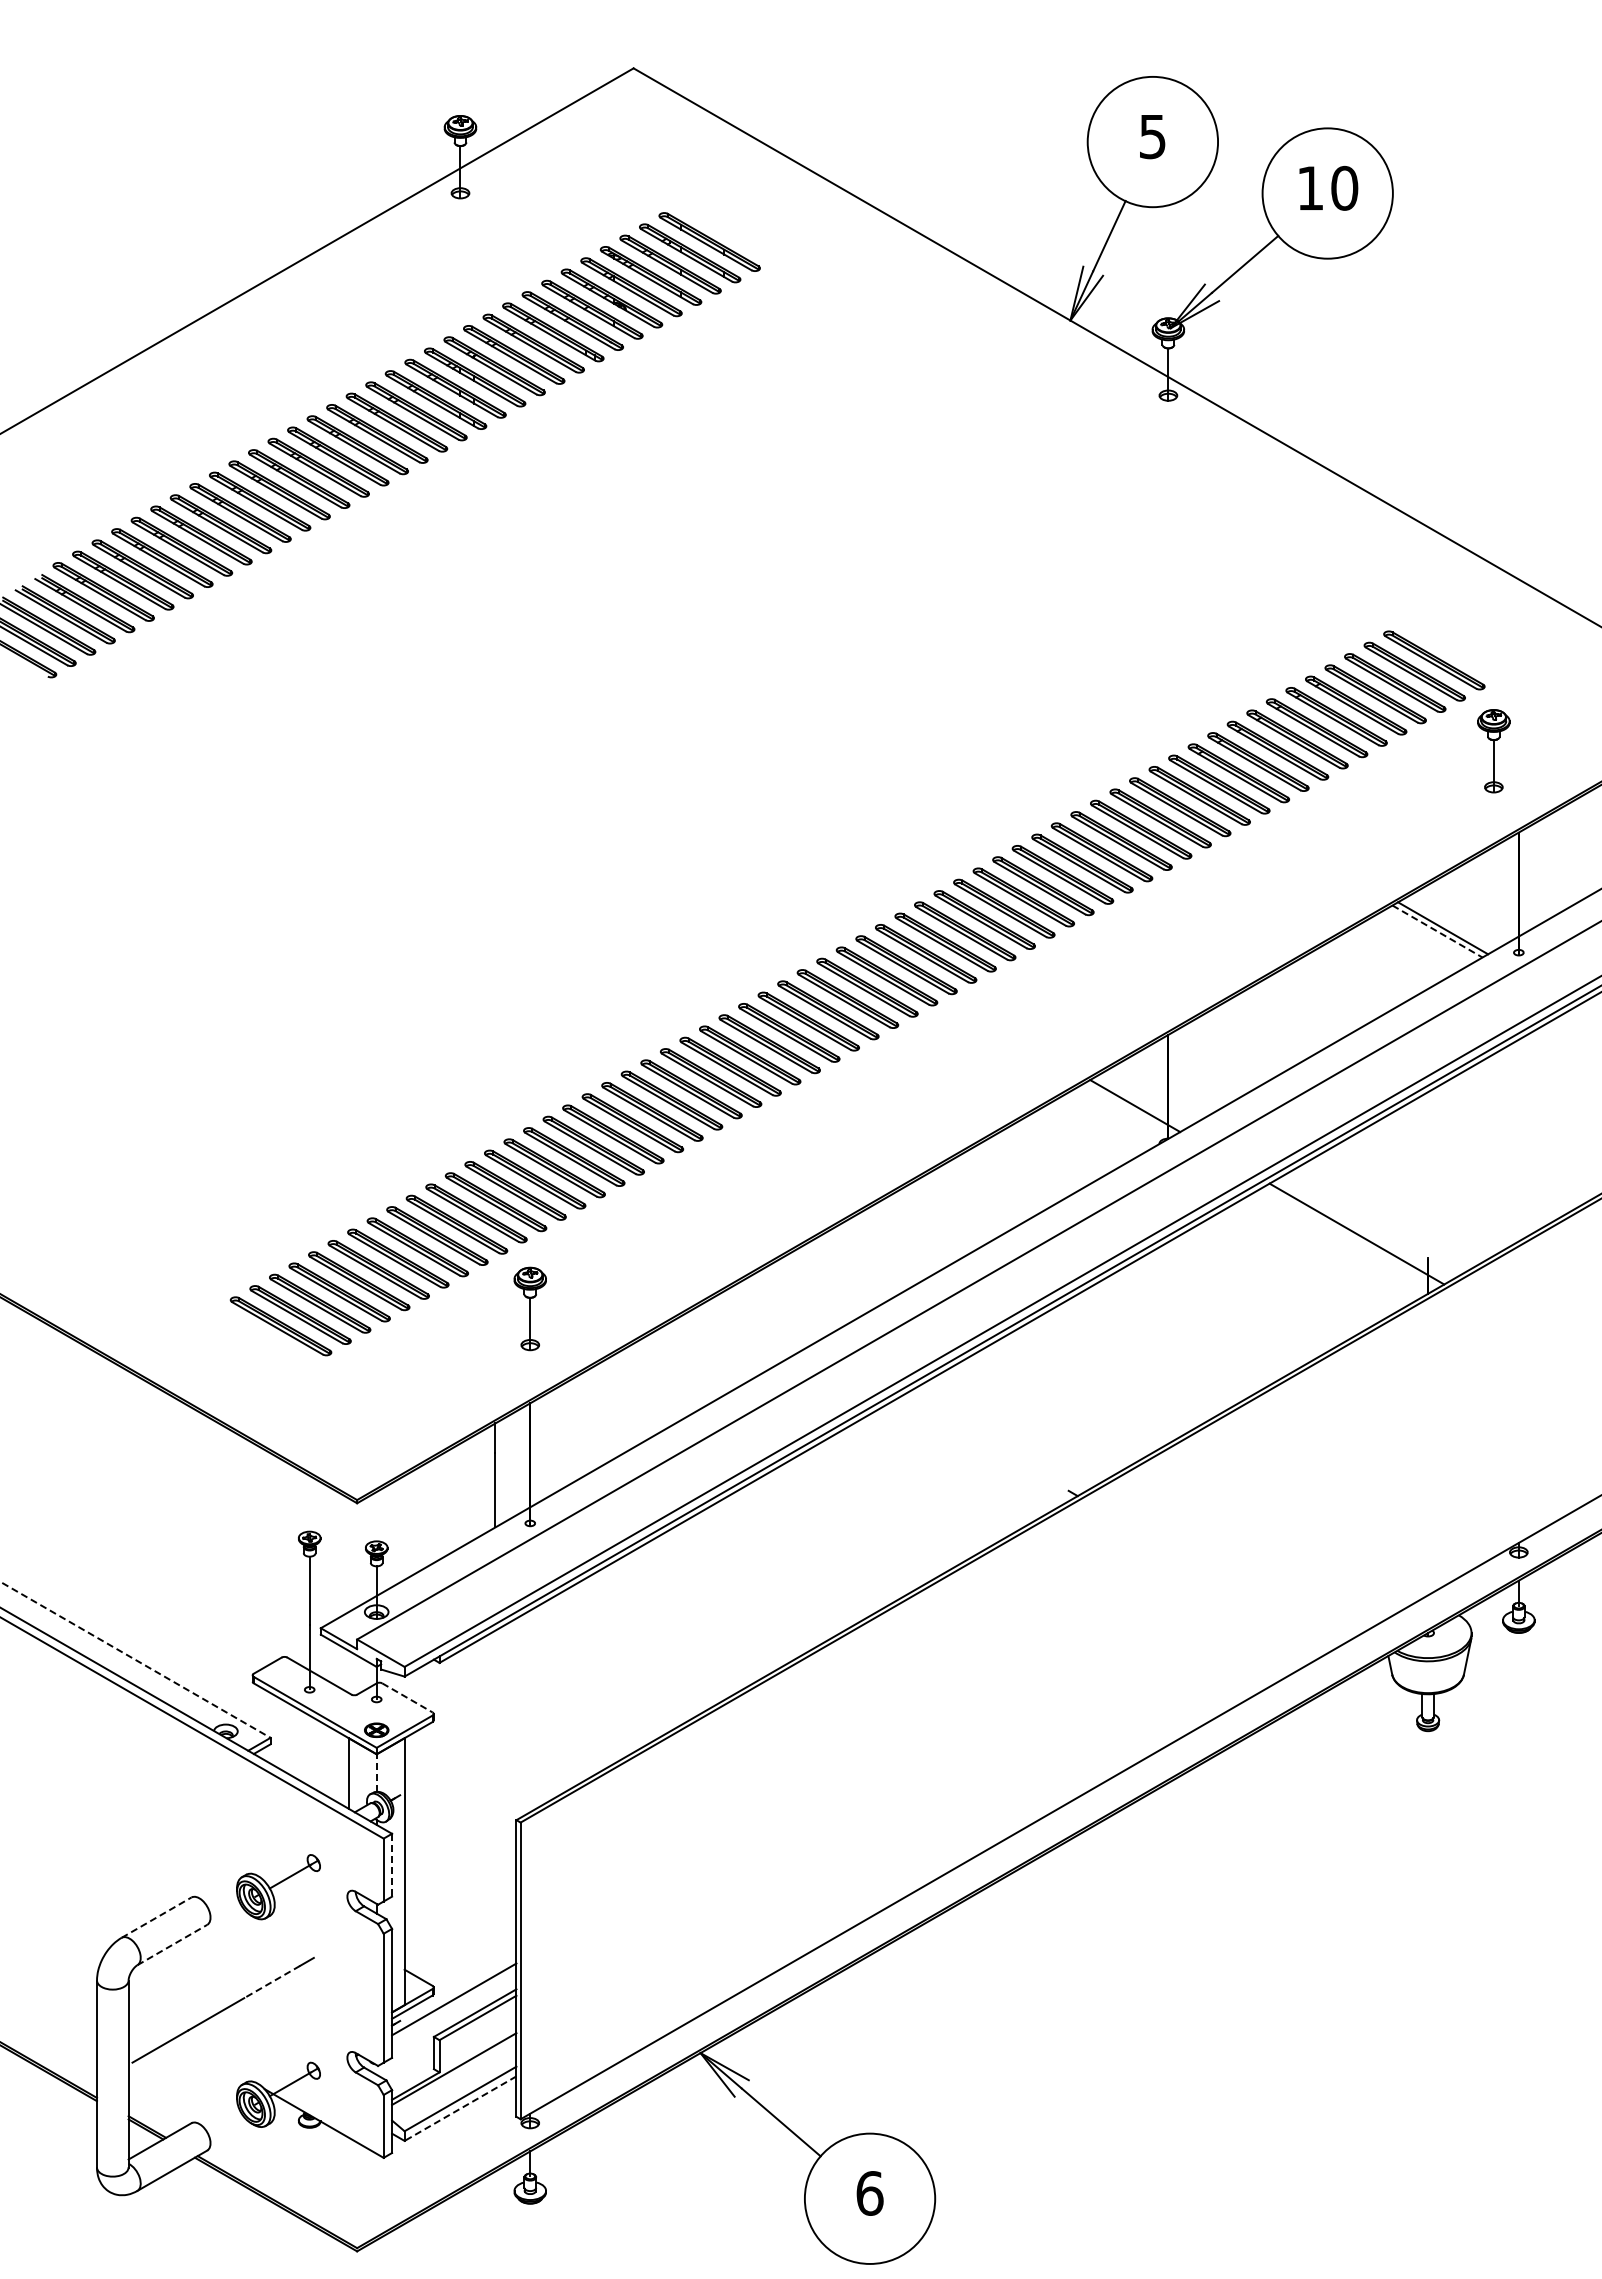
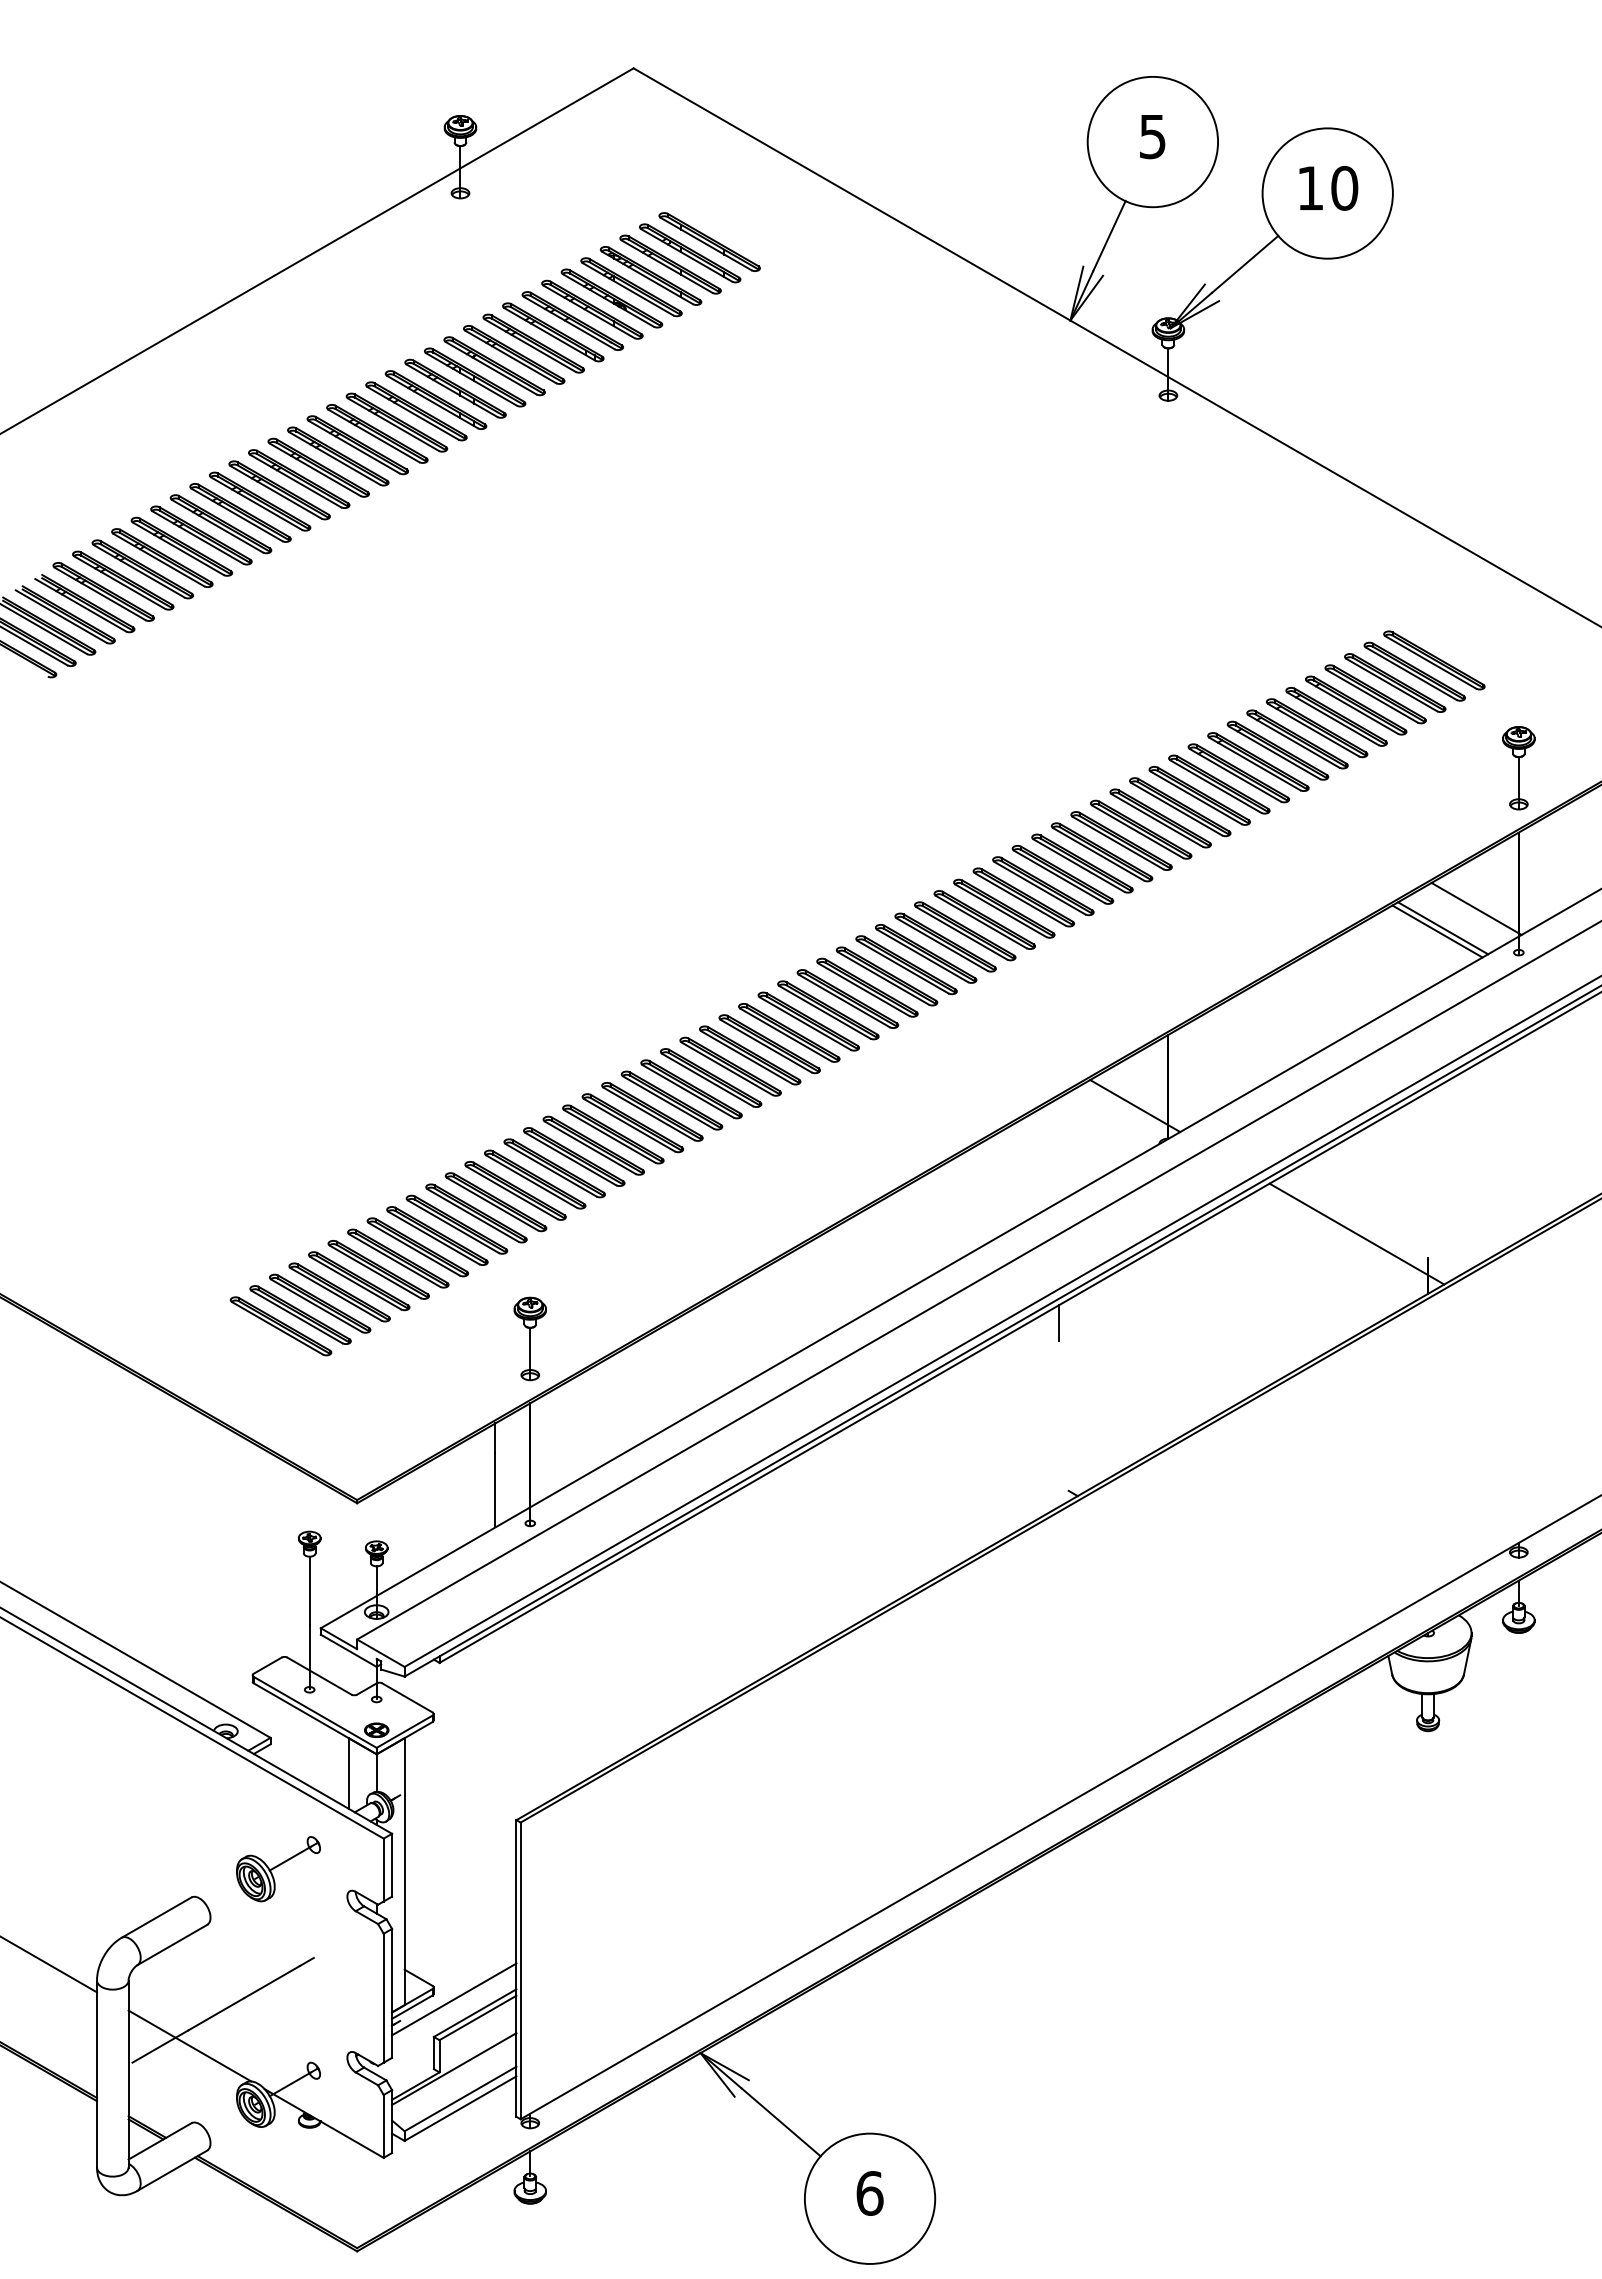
part at (1493, 751) position: (1493, 751) -> (1518, 768)
line at (1476, 908): none -> present
line at (1437, 931): dashed -> solid
part at (529, 1308) position: (529, 1308) -> (529, 1338)
line at (1059, 1323): none -> present
line at (135, 1659): dashed -> solid
line at (407, 1698): dashed -> solid
line at (376, 1773): dashed -> solid
line at (392, 1865): dashed -> solid
part at (278, 1887) position: (278, 1887) -> (278, 1869)
line at (157, 1917): dashed -> solid
line at (172, 1944): dashed -> solid
line at (49, 1964): none -> present
line at (271, 1982): dashed -> solid
line at (189, 2045): none -> present
line at (460, 2108): dashed -> solid
